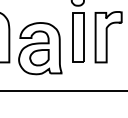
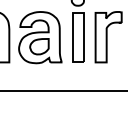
part at (40, 48) position: (40, 48) -> (40, 37)
